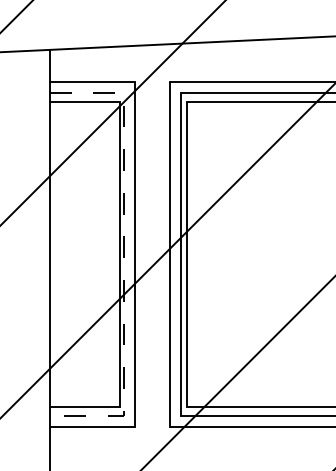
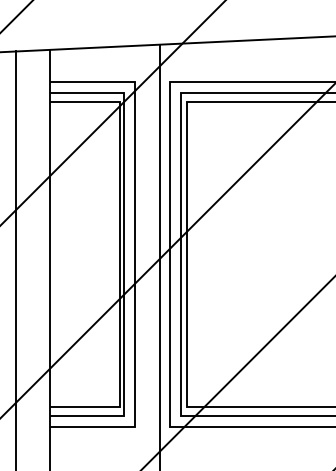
line at (124, 254): dashed -> solid
line at (160, 255): none -> present
line at (16, 259): none -> present
